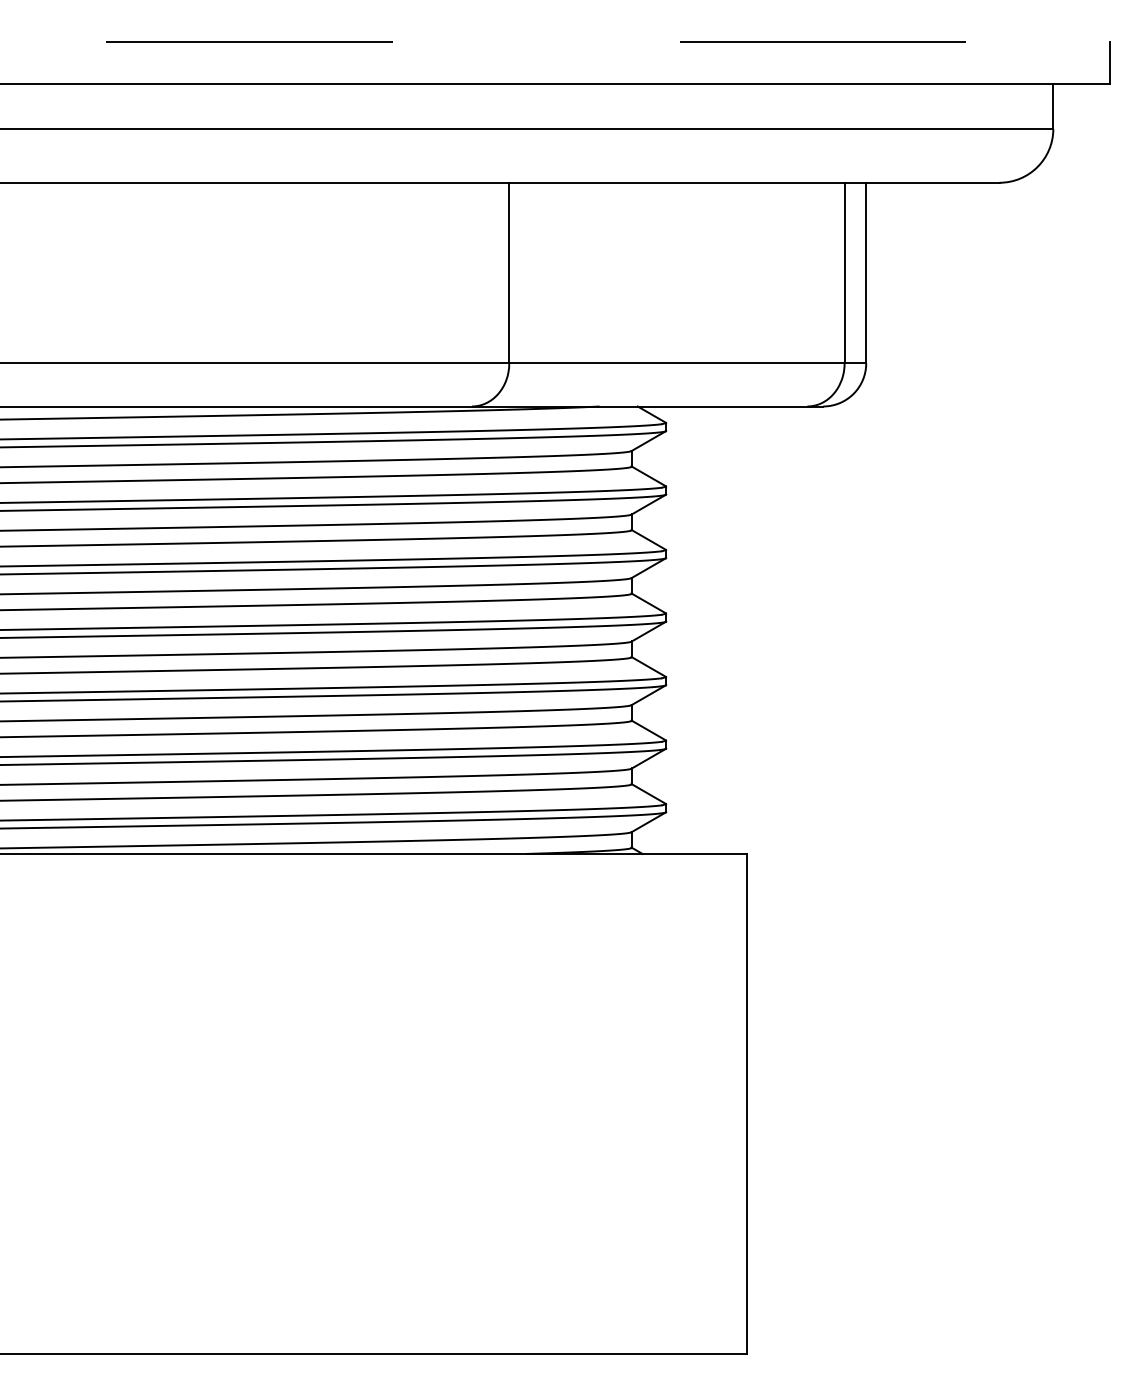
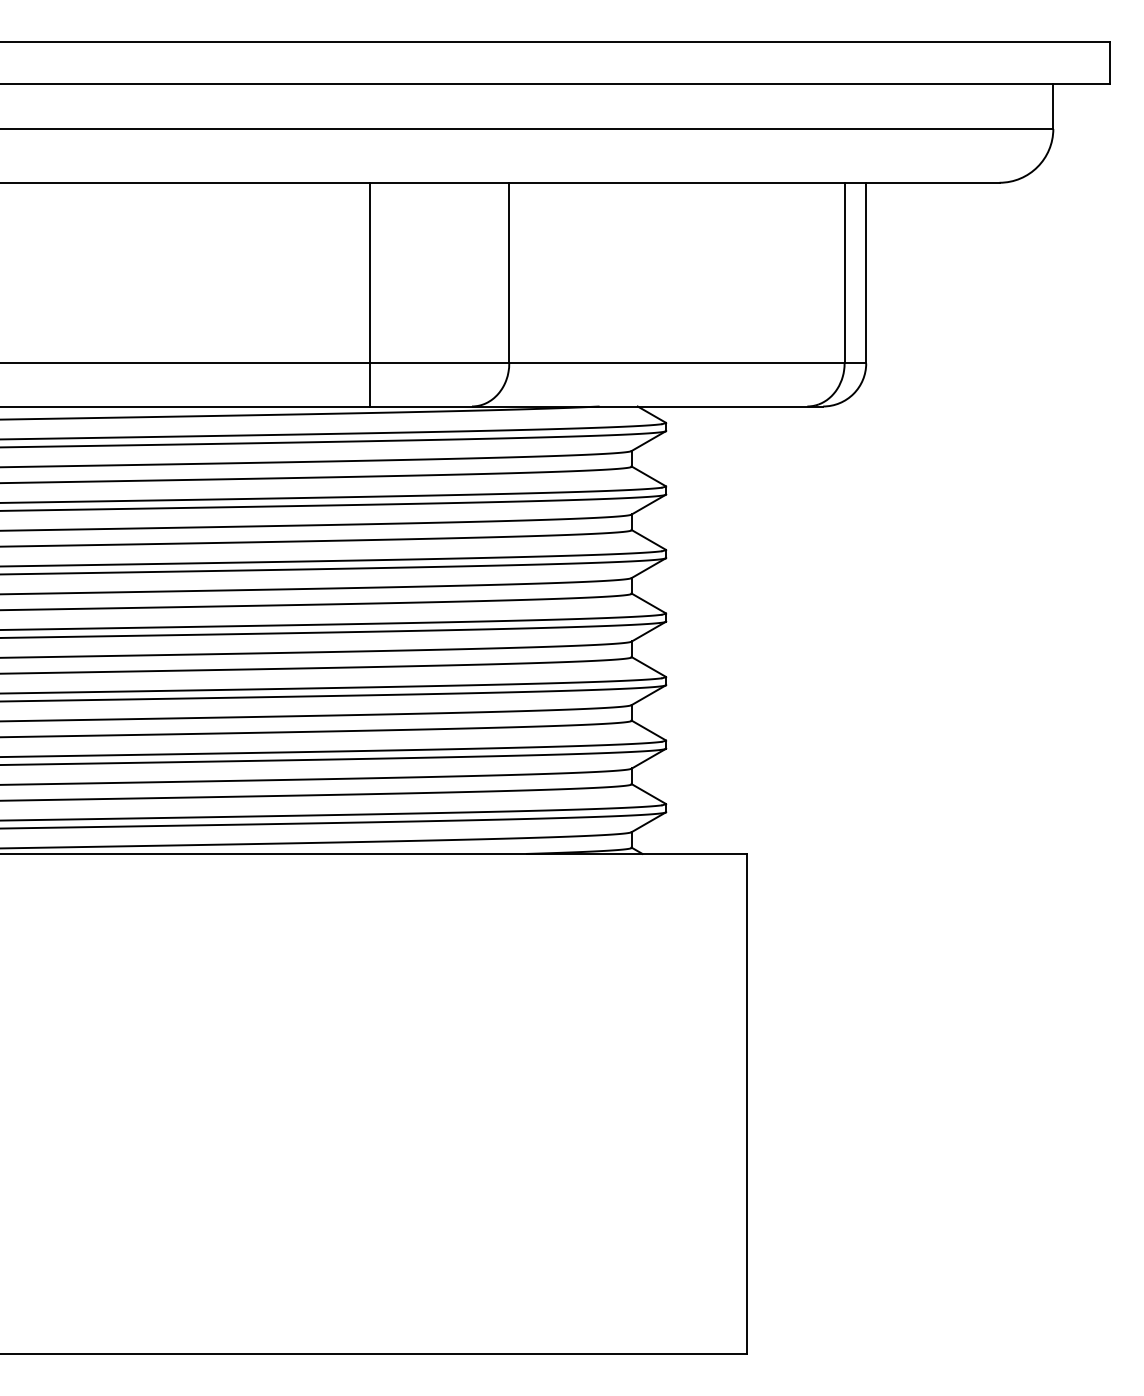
line at (555, 41): dashed -> solid
line at (369, 294): none -> present
